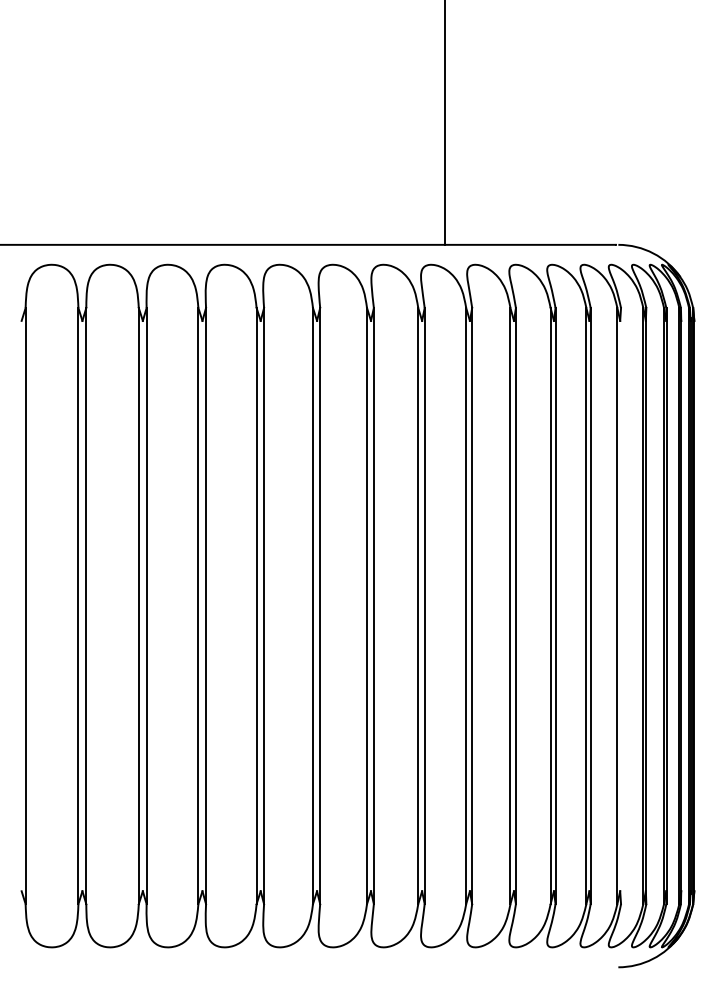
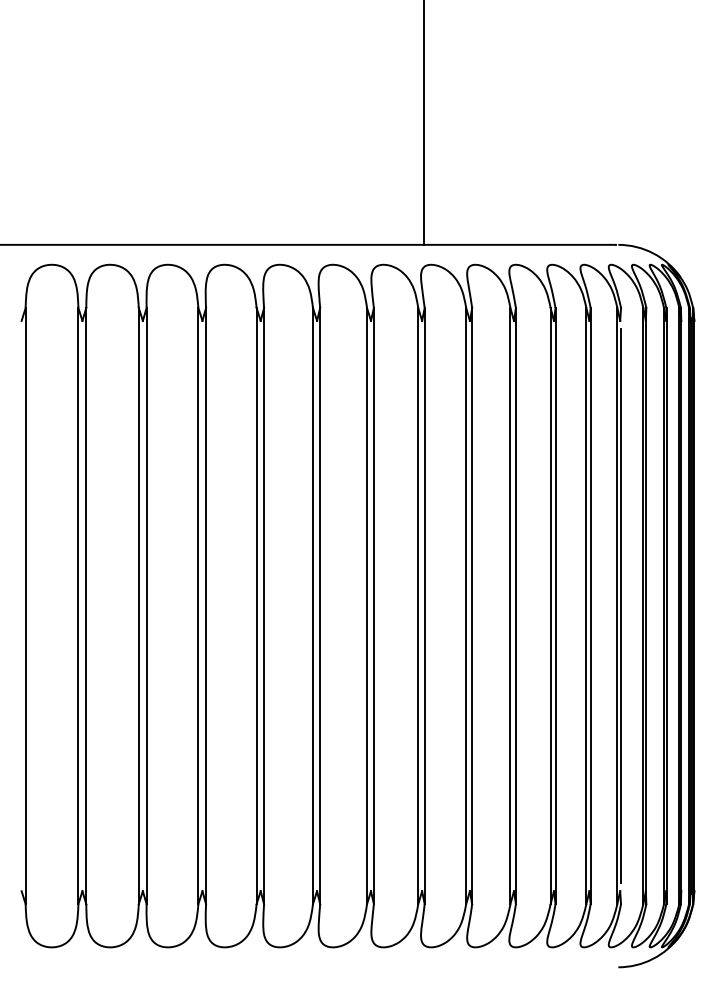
line at (445, 123) position: (445, 123) -> (424, 123)
line at (621, 606): none -> present
